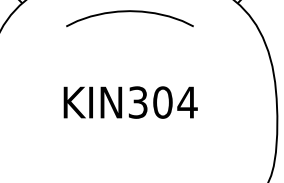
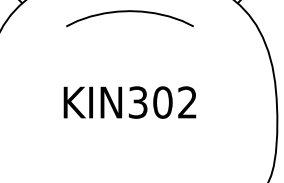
text at (187, 102): KIN304 -> KIN302
